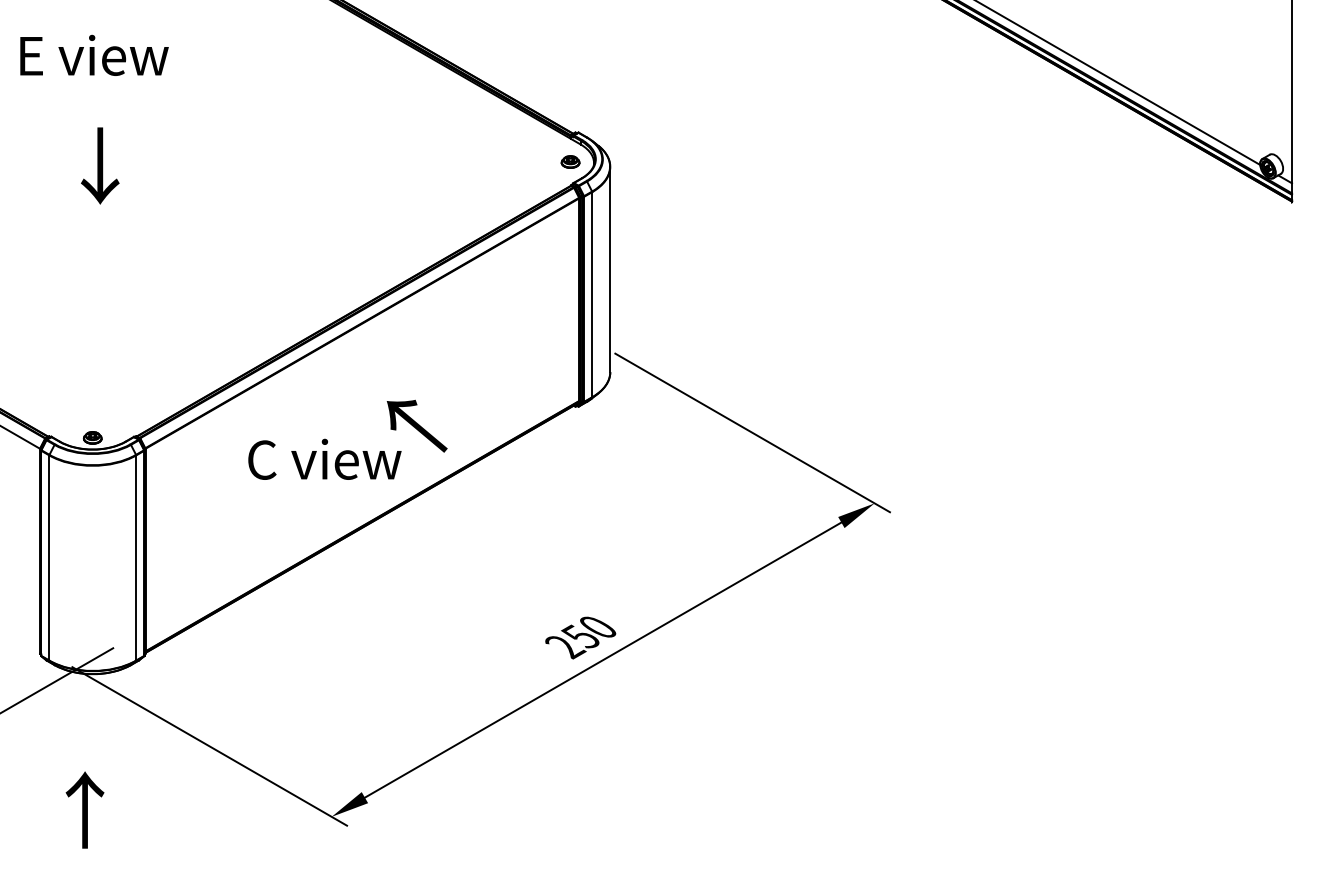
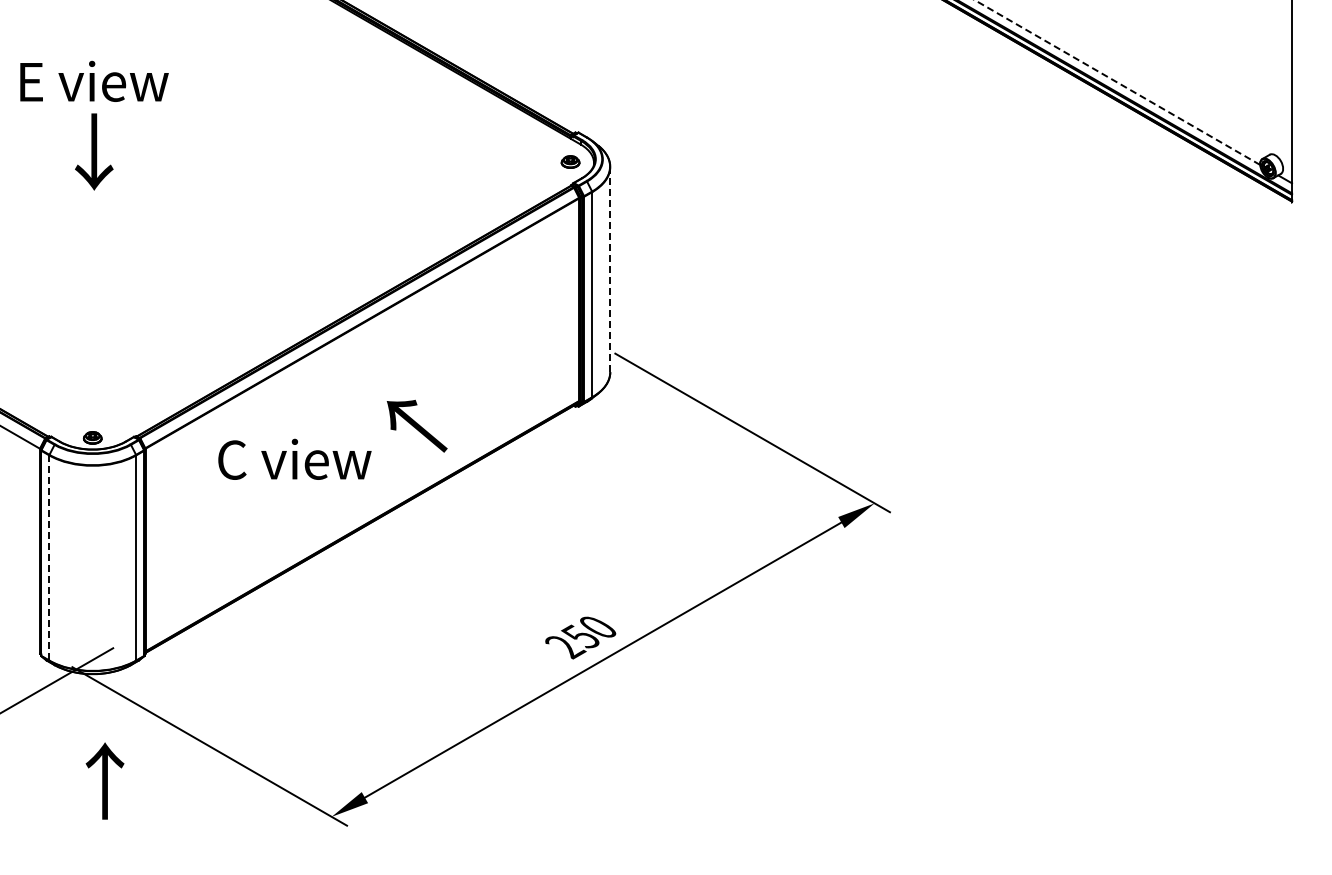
text at (94, 54) position: (94, 54) -> (94, 80)
line at (1117, 82): solid -> dashed
text at (100, 165) position: (100, 165) -> (94, 151)
line at (610, 269): solid -> dashed
text at (324, 458) position: (324, 458) -> (294, 458)
line at (49, 557): solid -> dashed
text at (84, 809) position: (84, 809) -> (104, 780)
